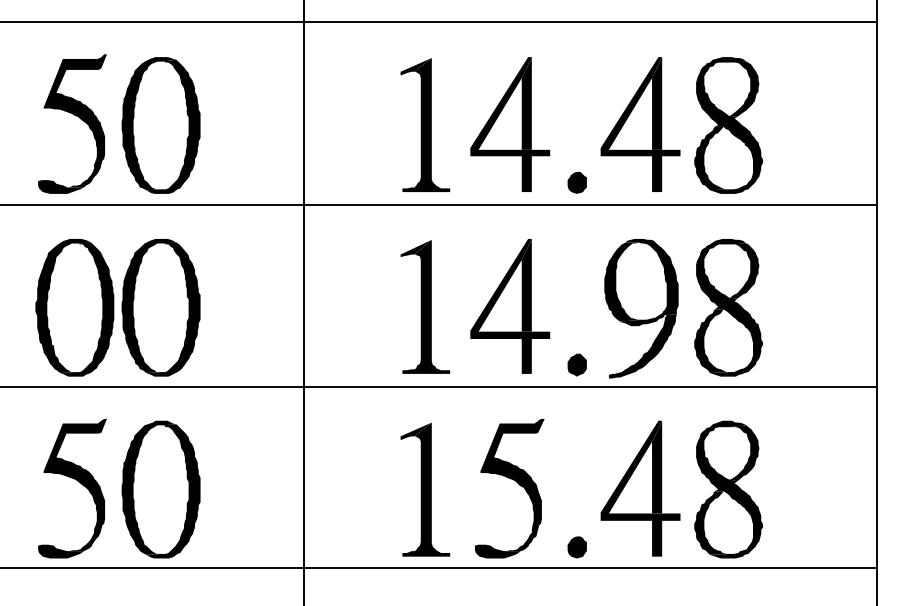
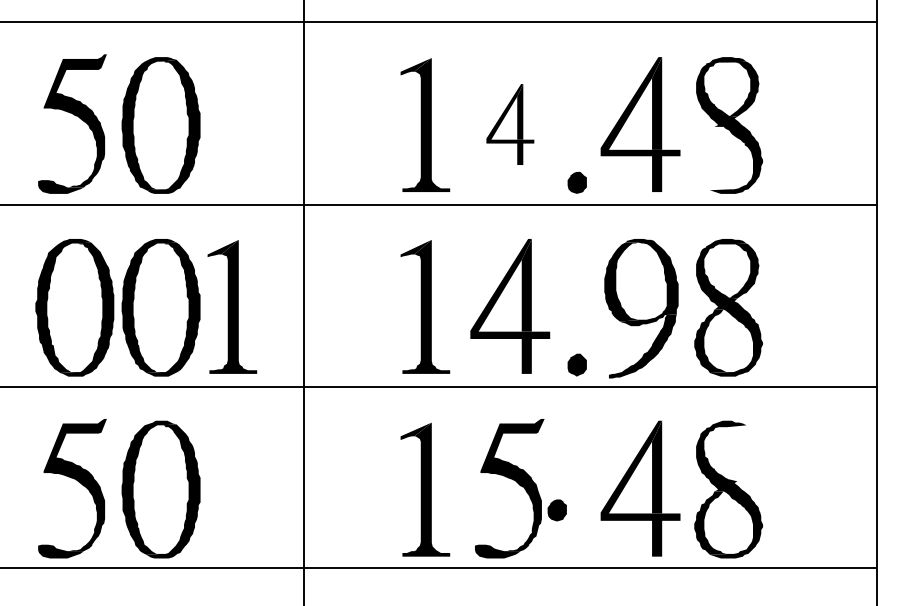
part at (510, 124) size: 81x135 px -> 49x81 px
fill at (712, 158): present -> none
part at (232, 306): none -> present
fill at (743, 453): present -> none
part at (576, 547) position: (576, 547) -> (556, 510)
